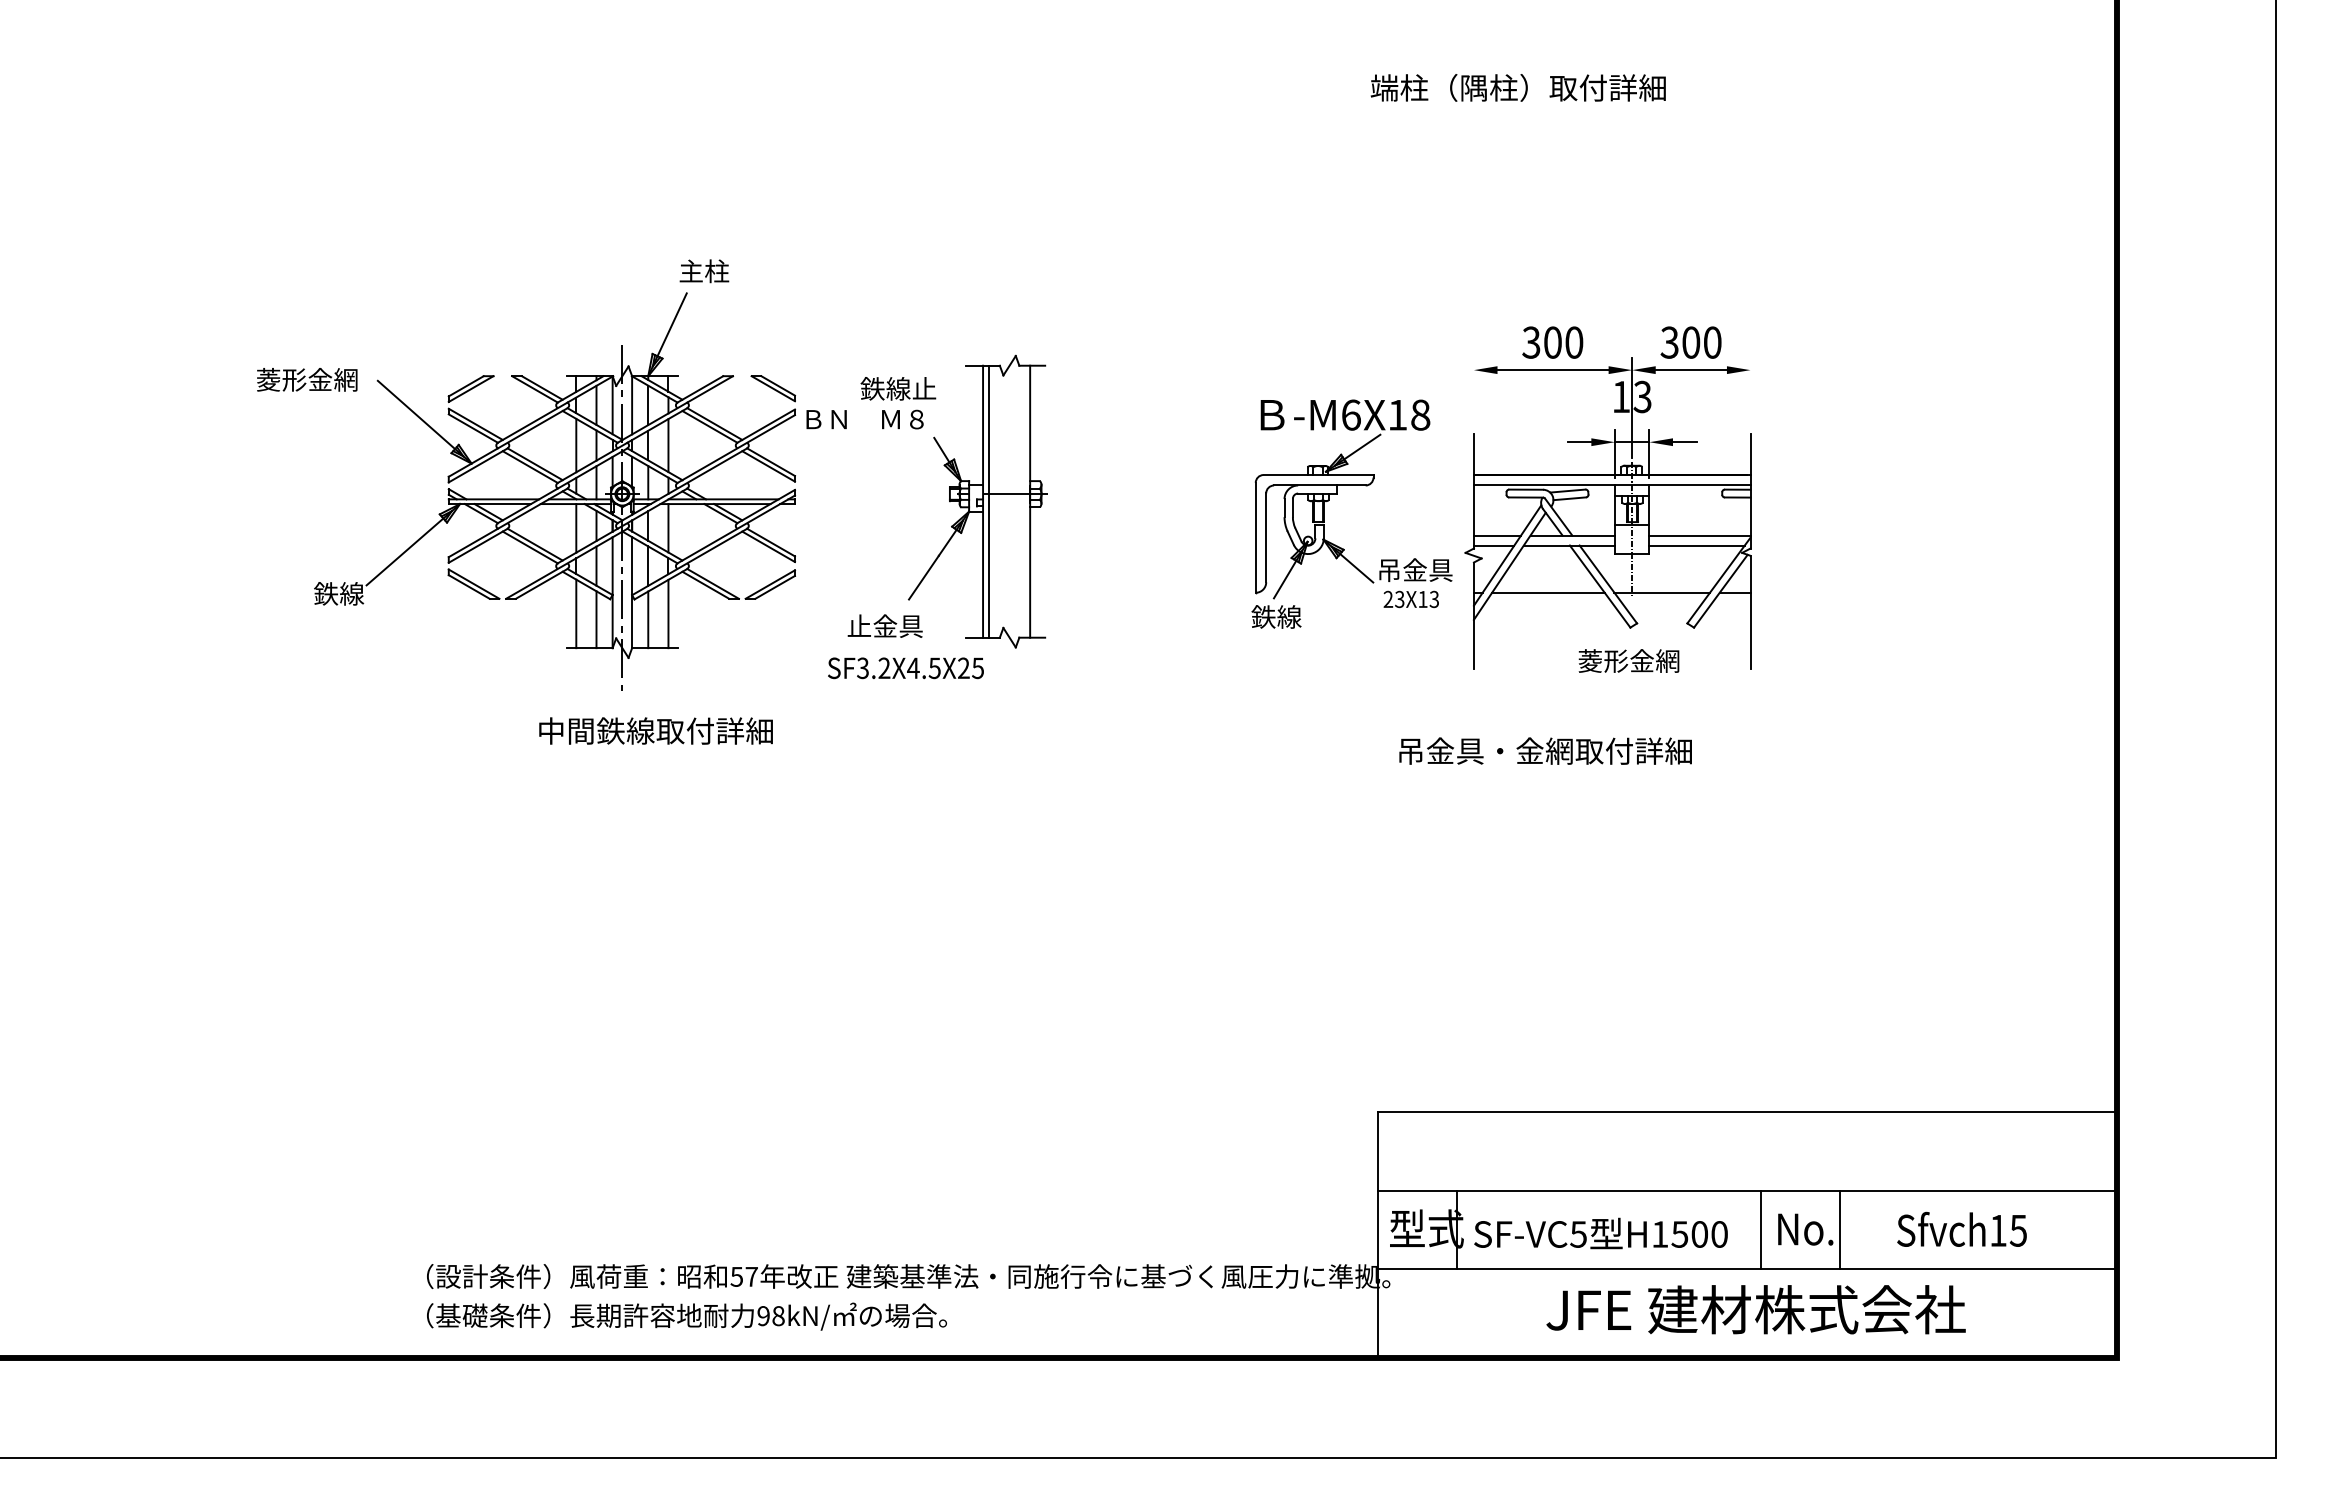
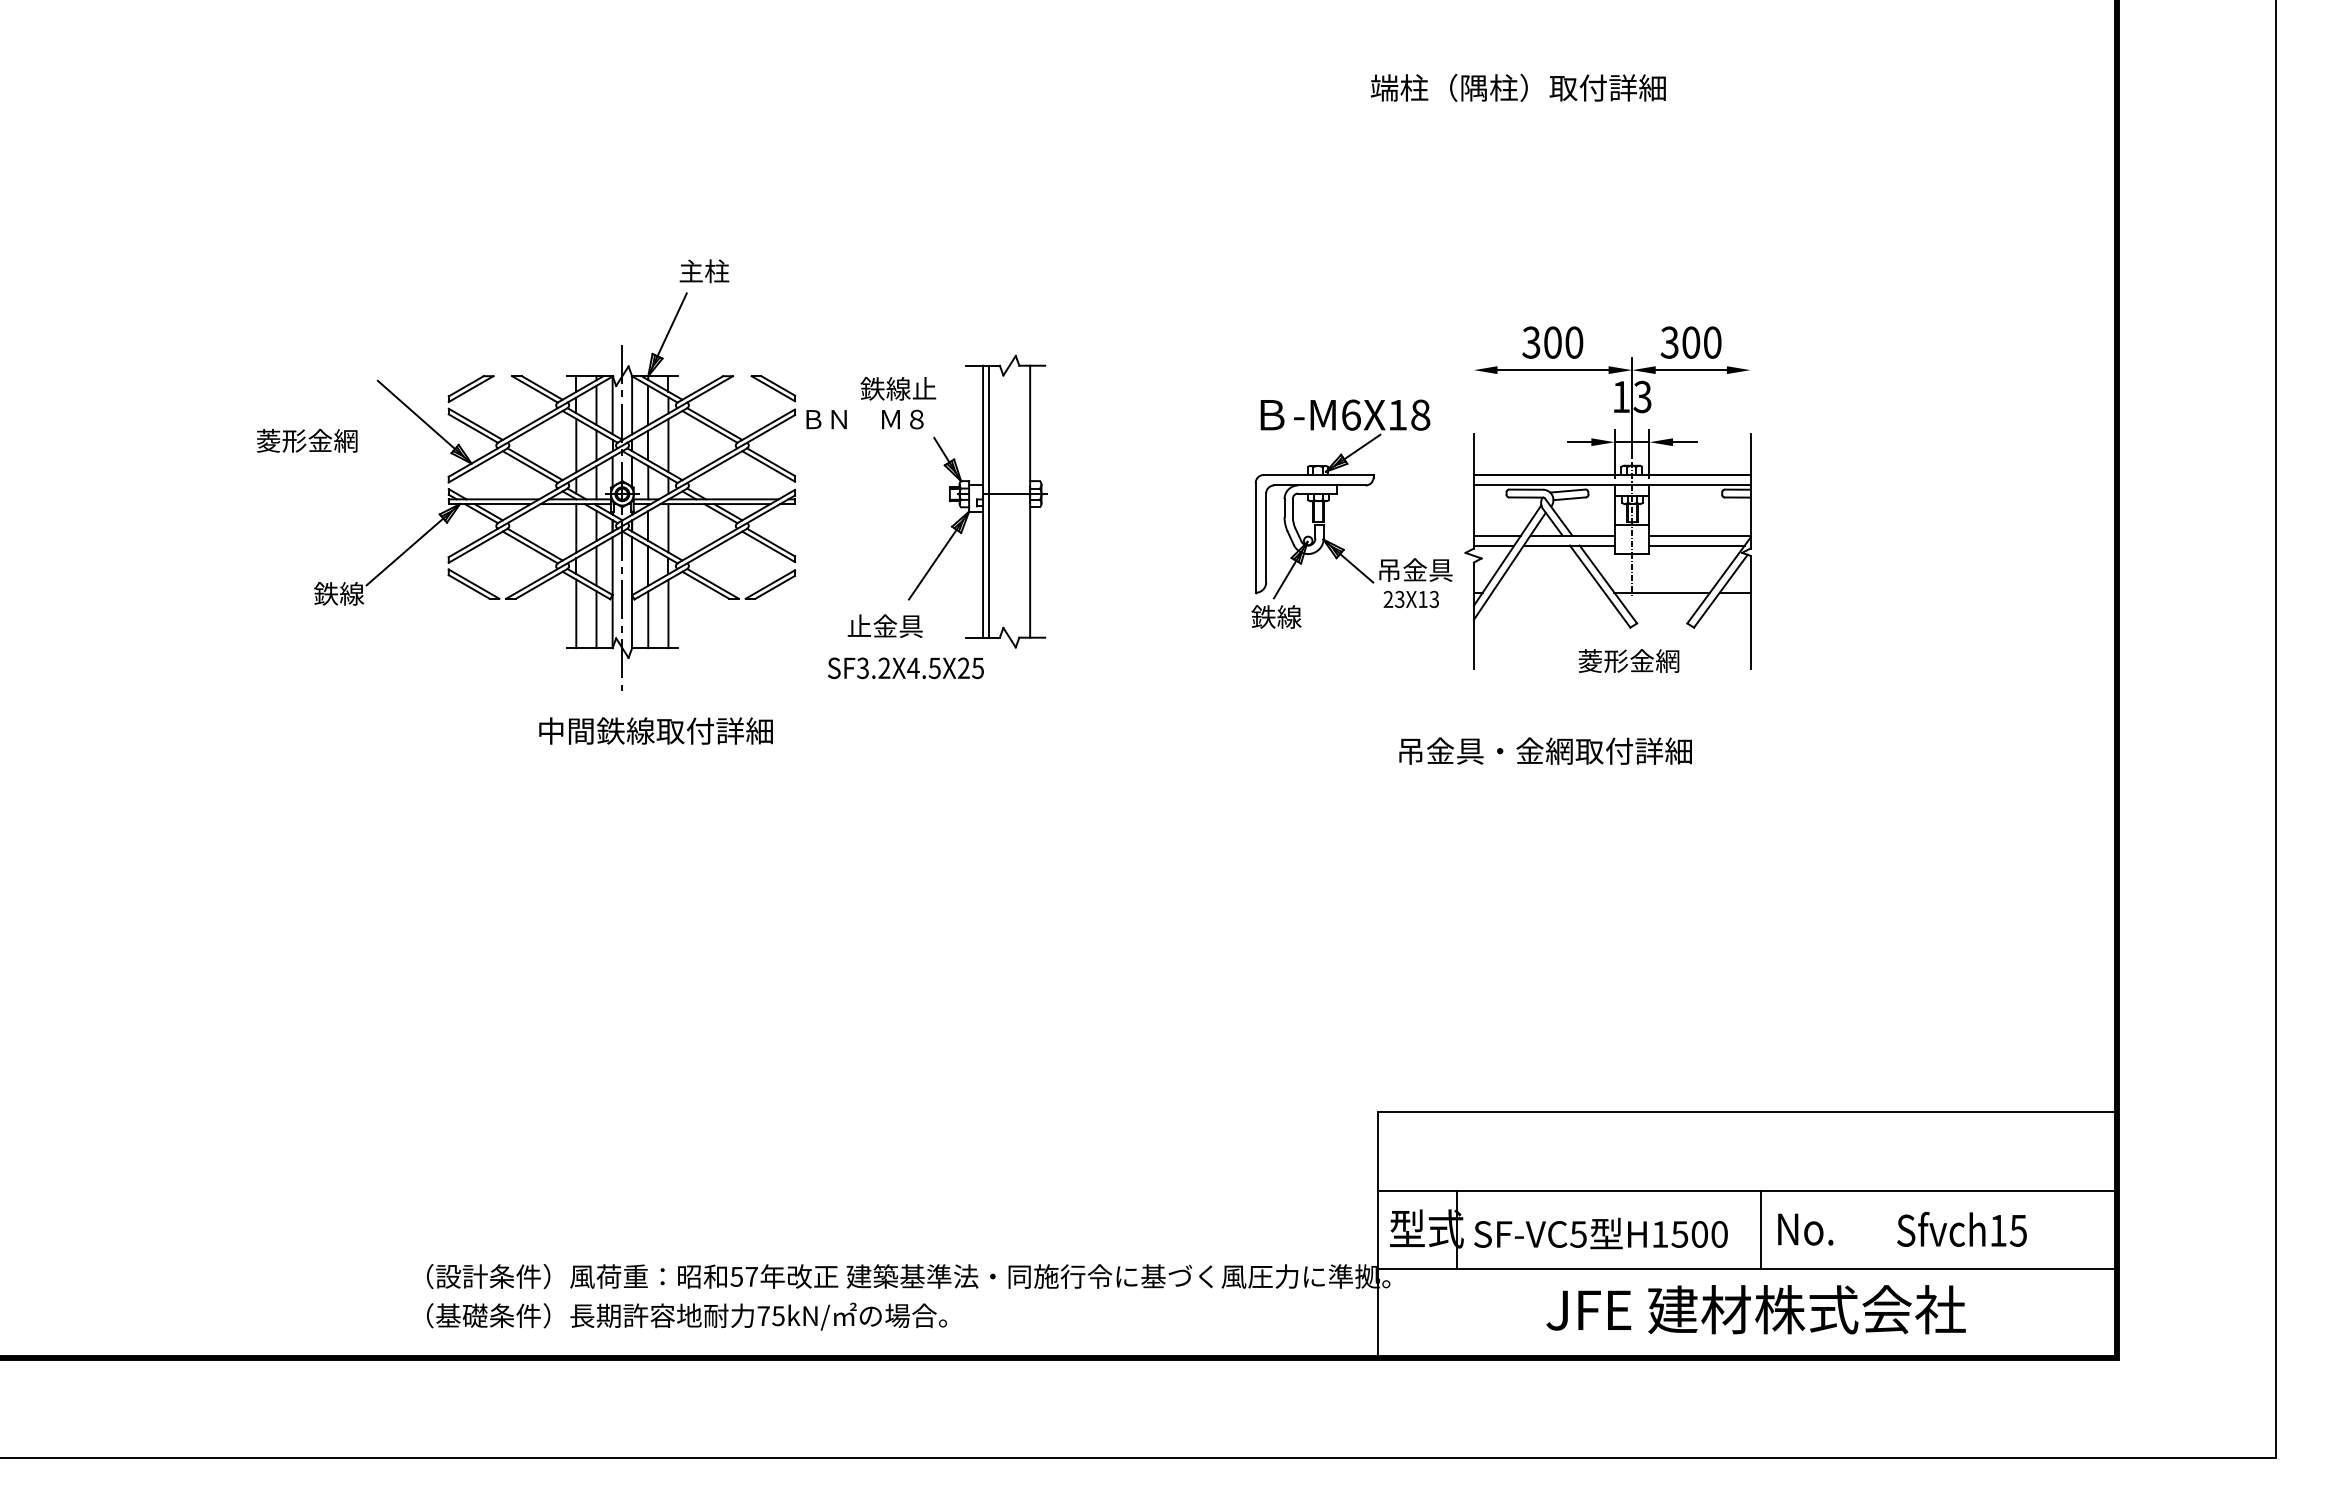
text at (307, 379) position: (307, 379) -> (307, 440)
line at (1548, 592): present -> none
line at (1839, 1229): present -> none
text at (770, 1316): 98kN/ -> 75kN/
